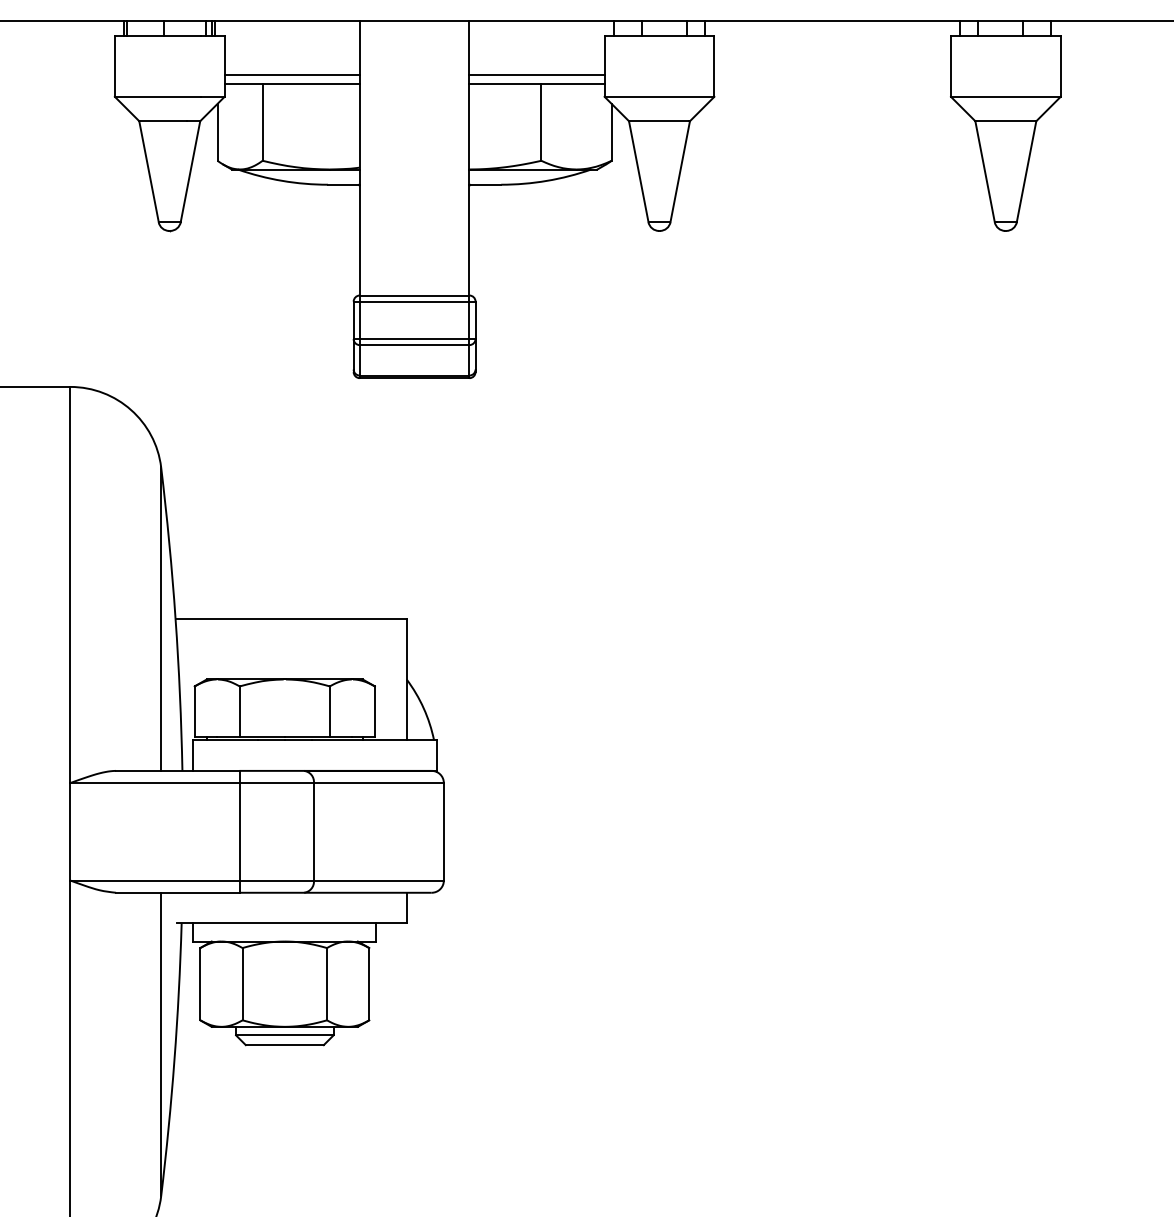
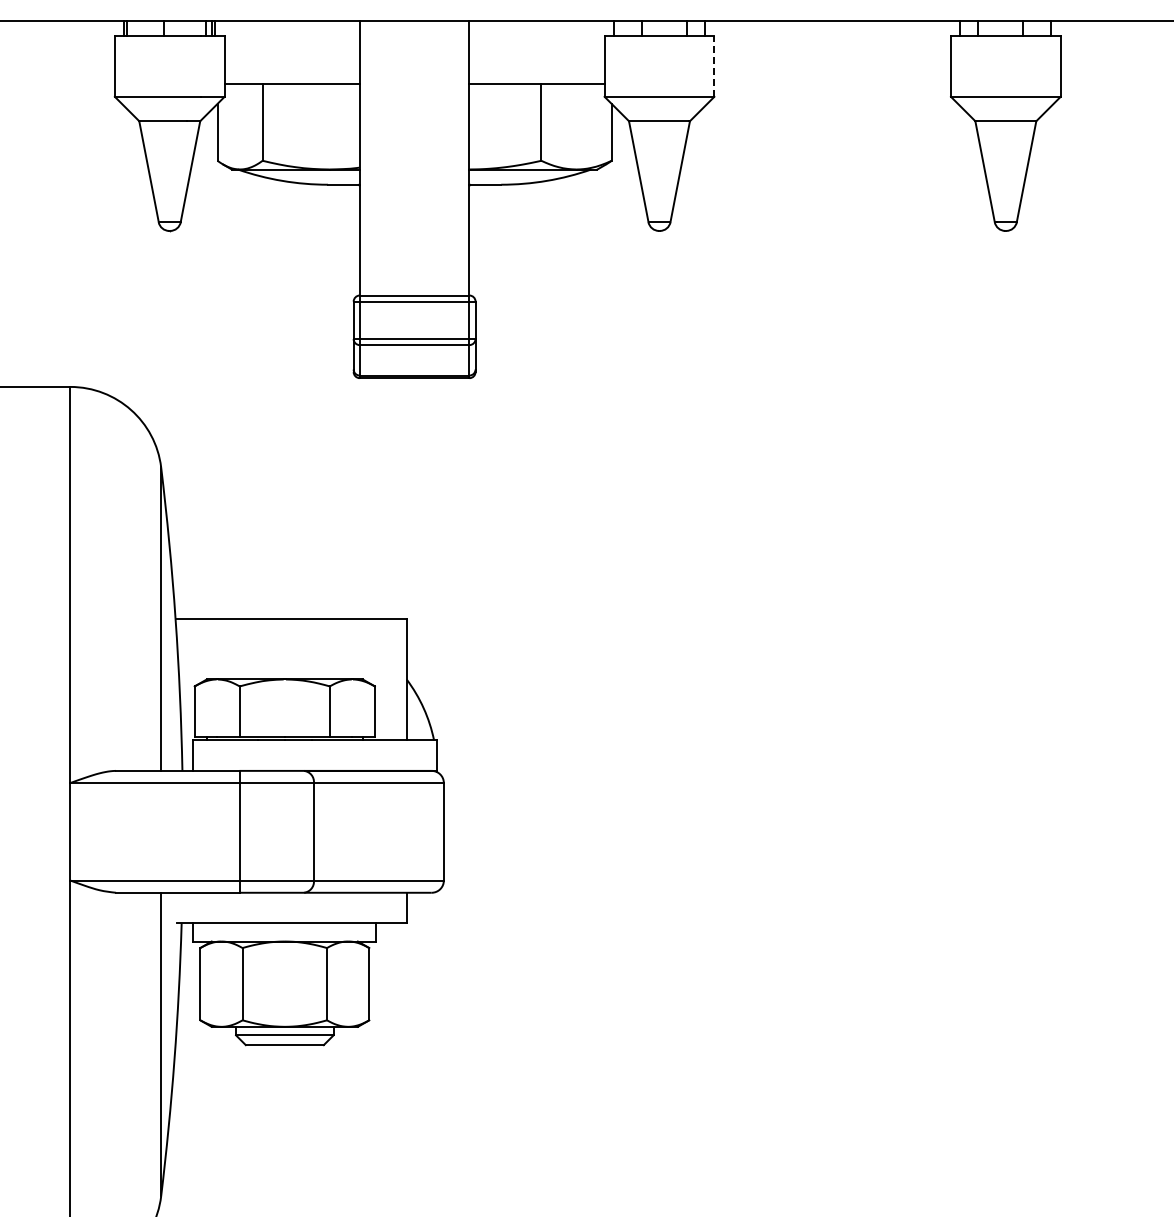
line at (714, 65): solid -> dashed
line at (291, 75): present -> none
line at (536, 75): present -> none
